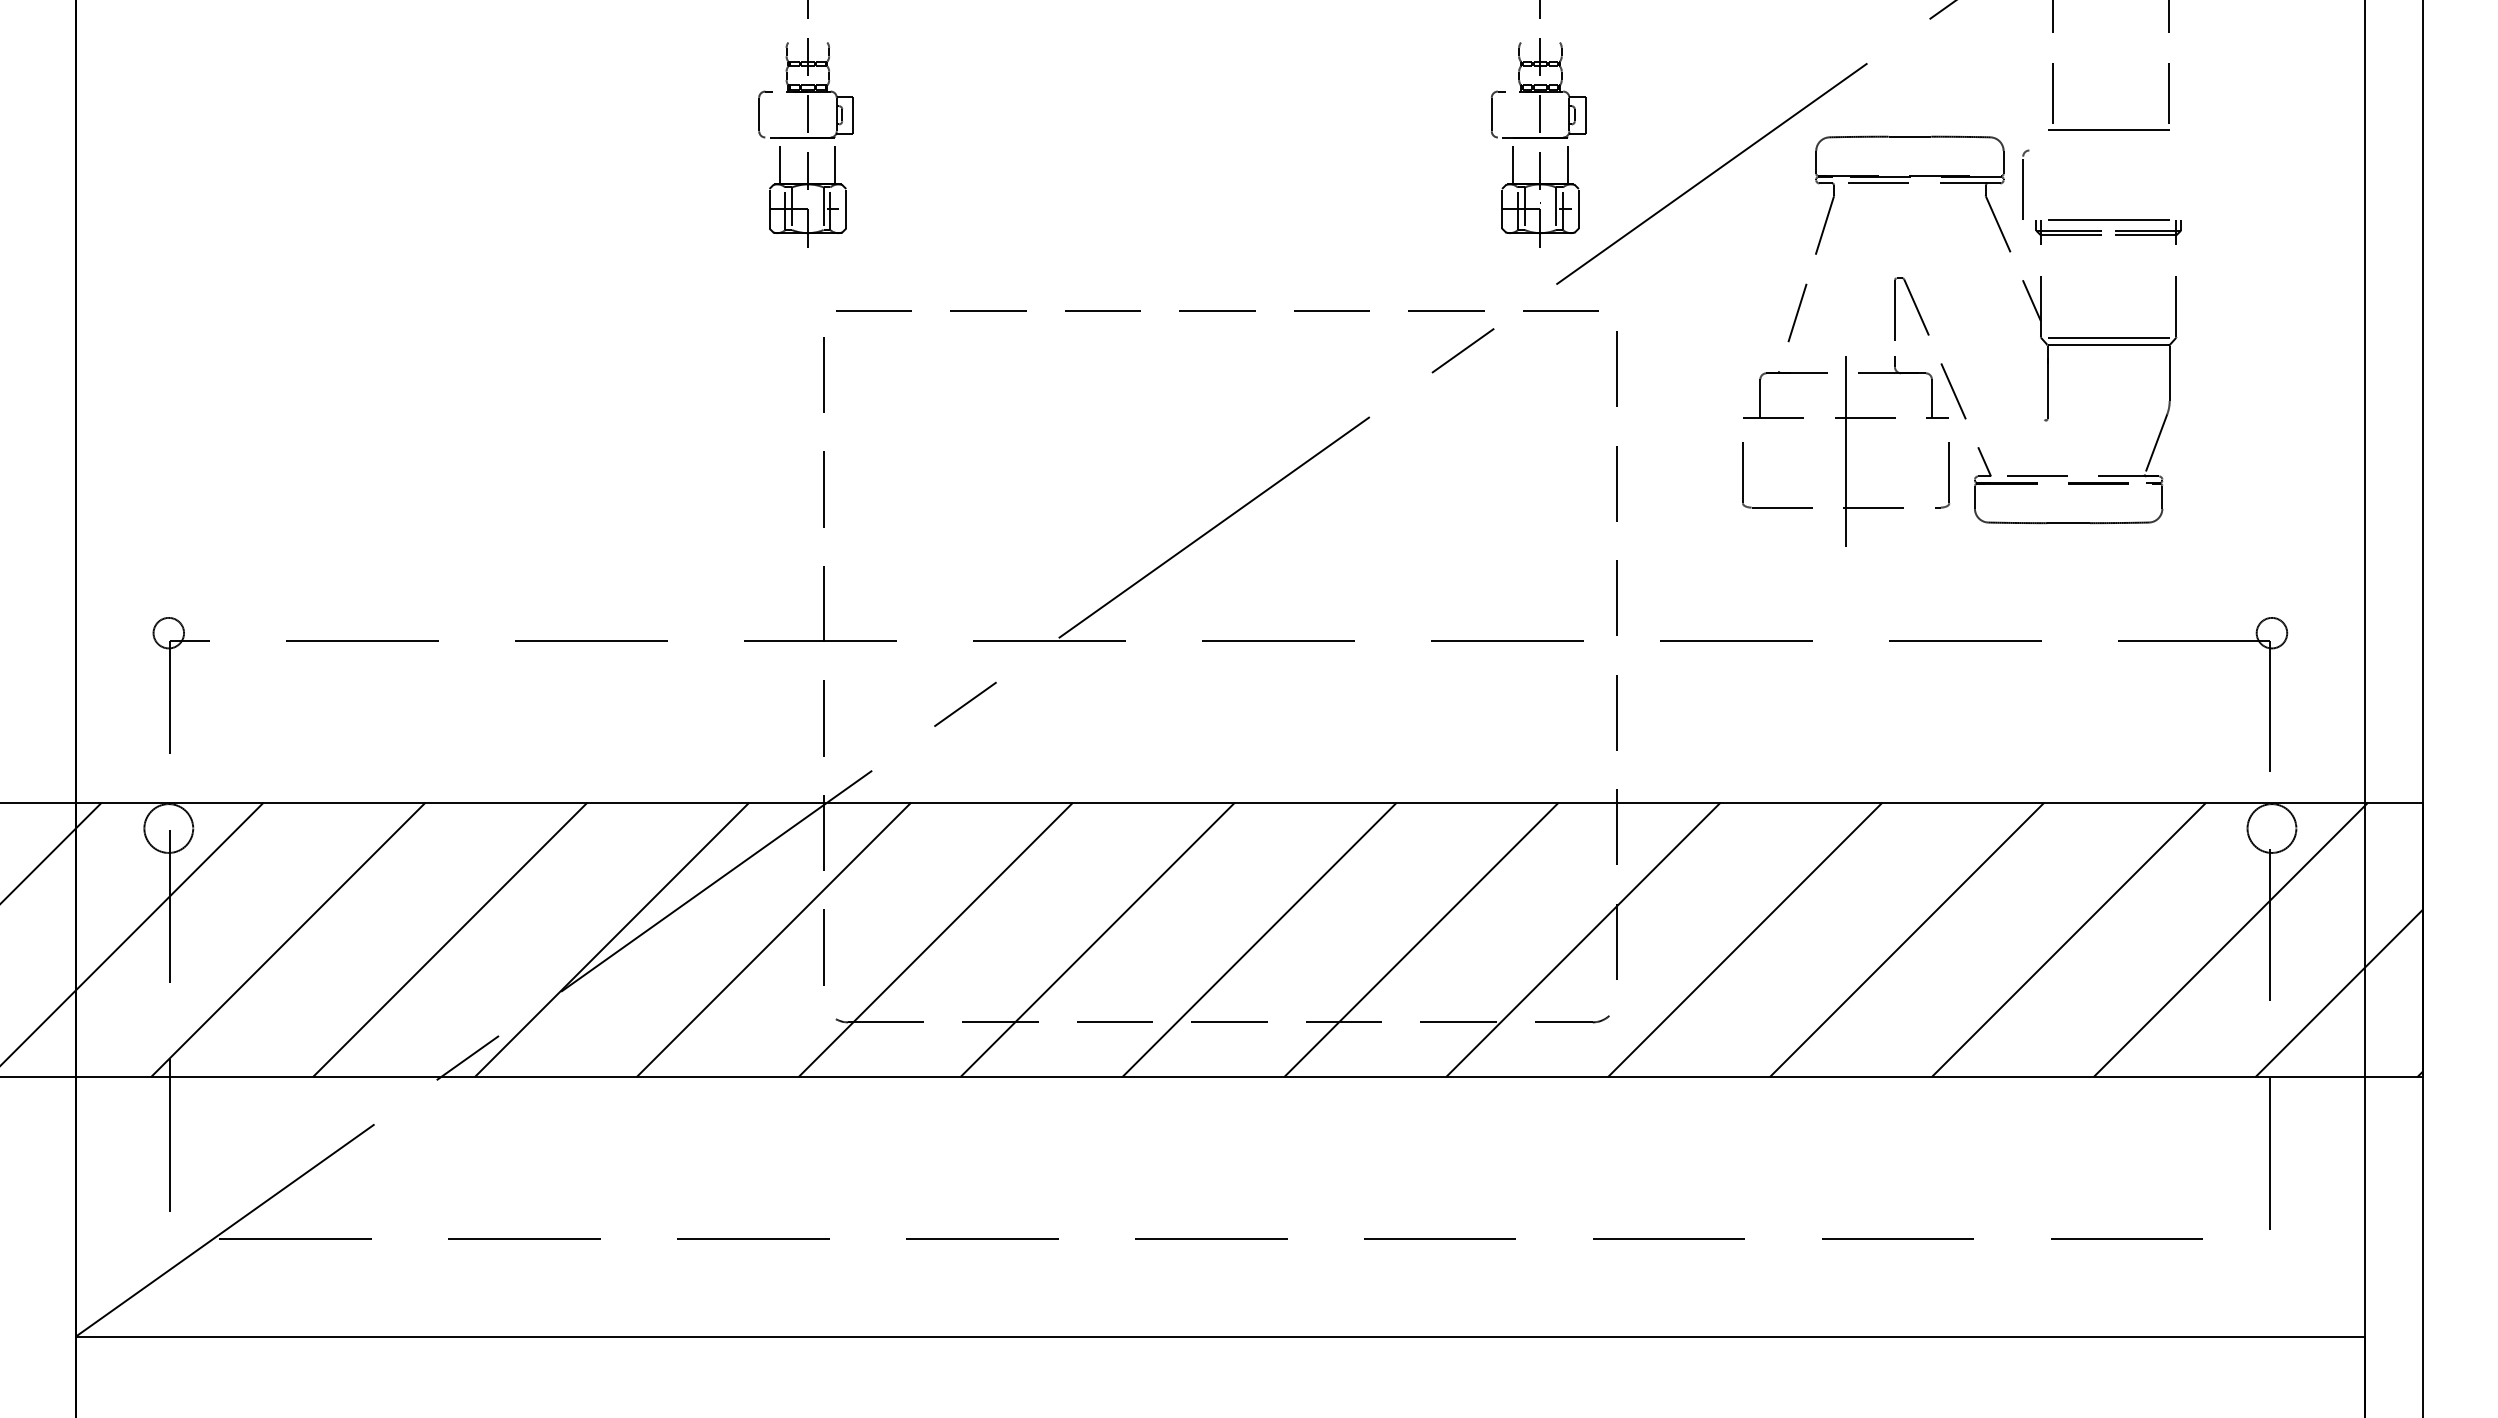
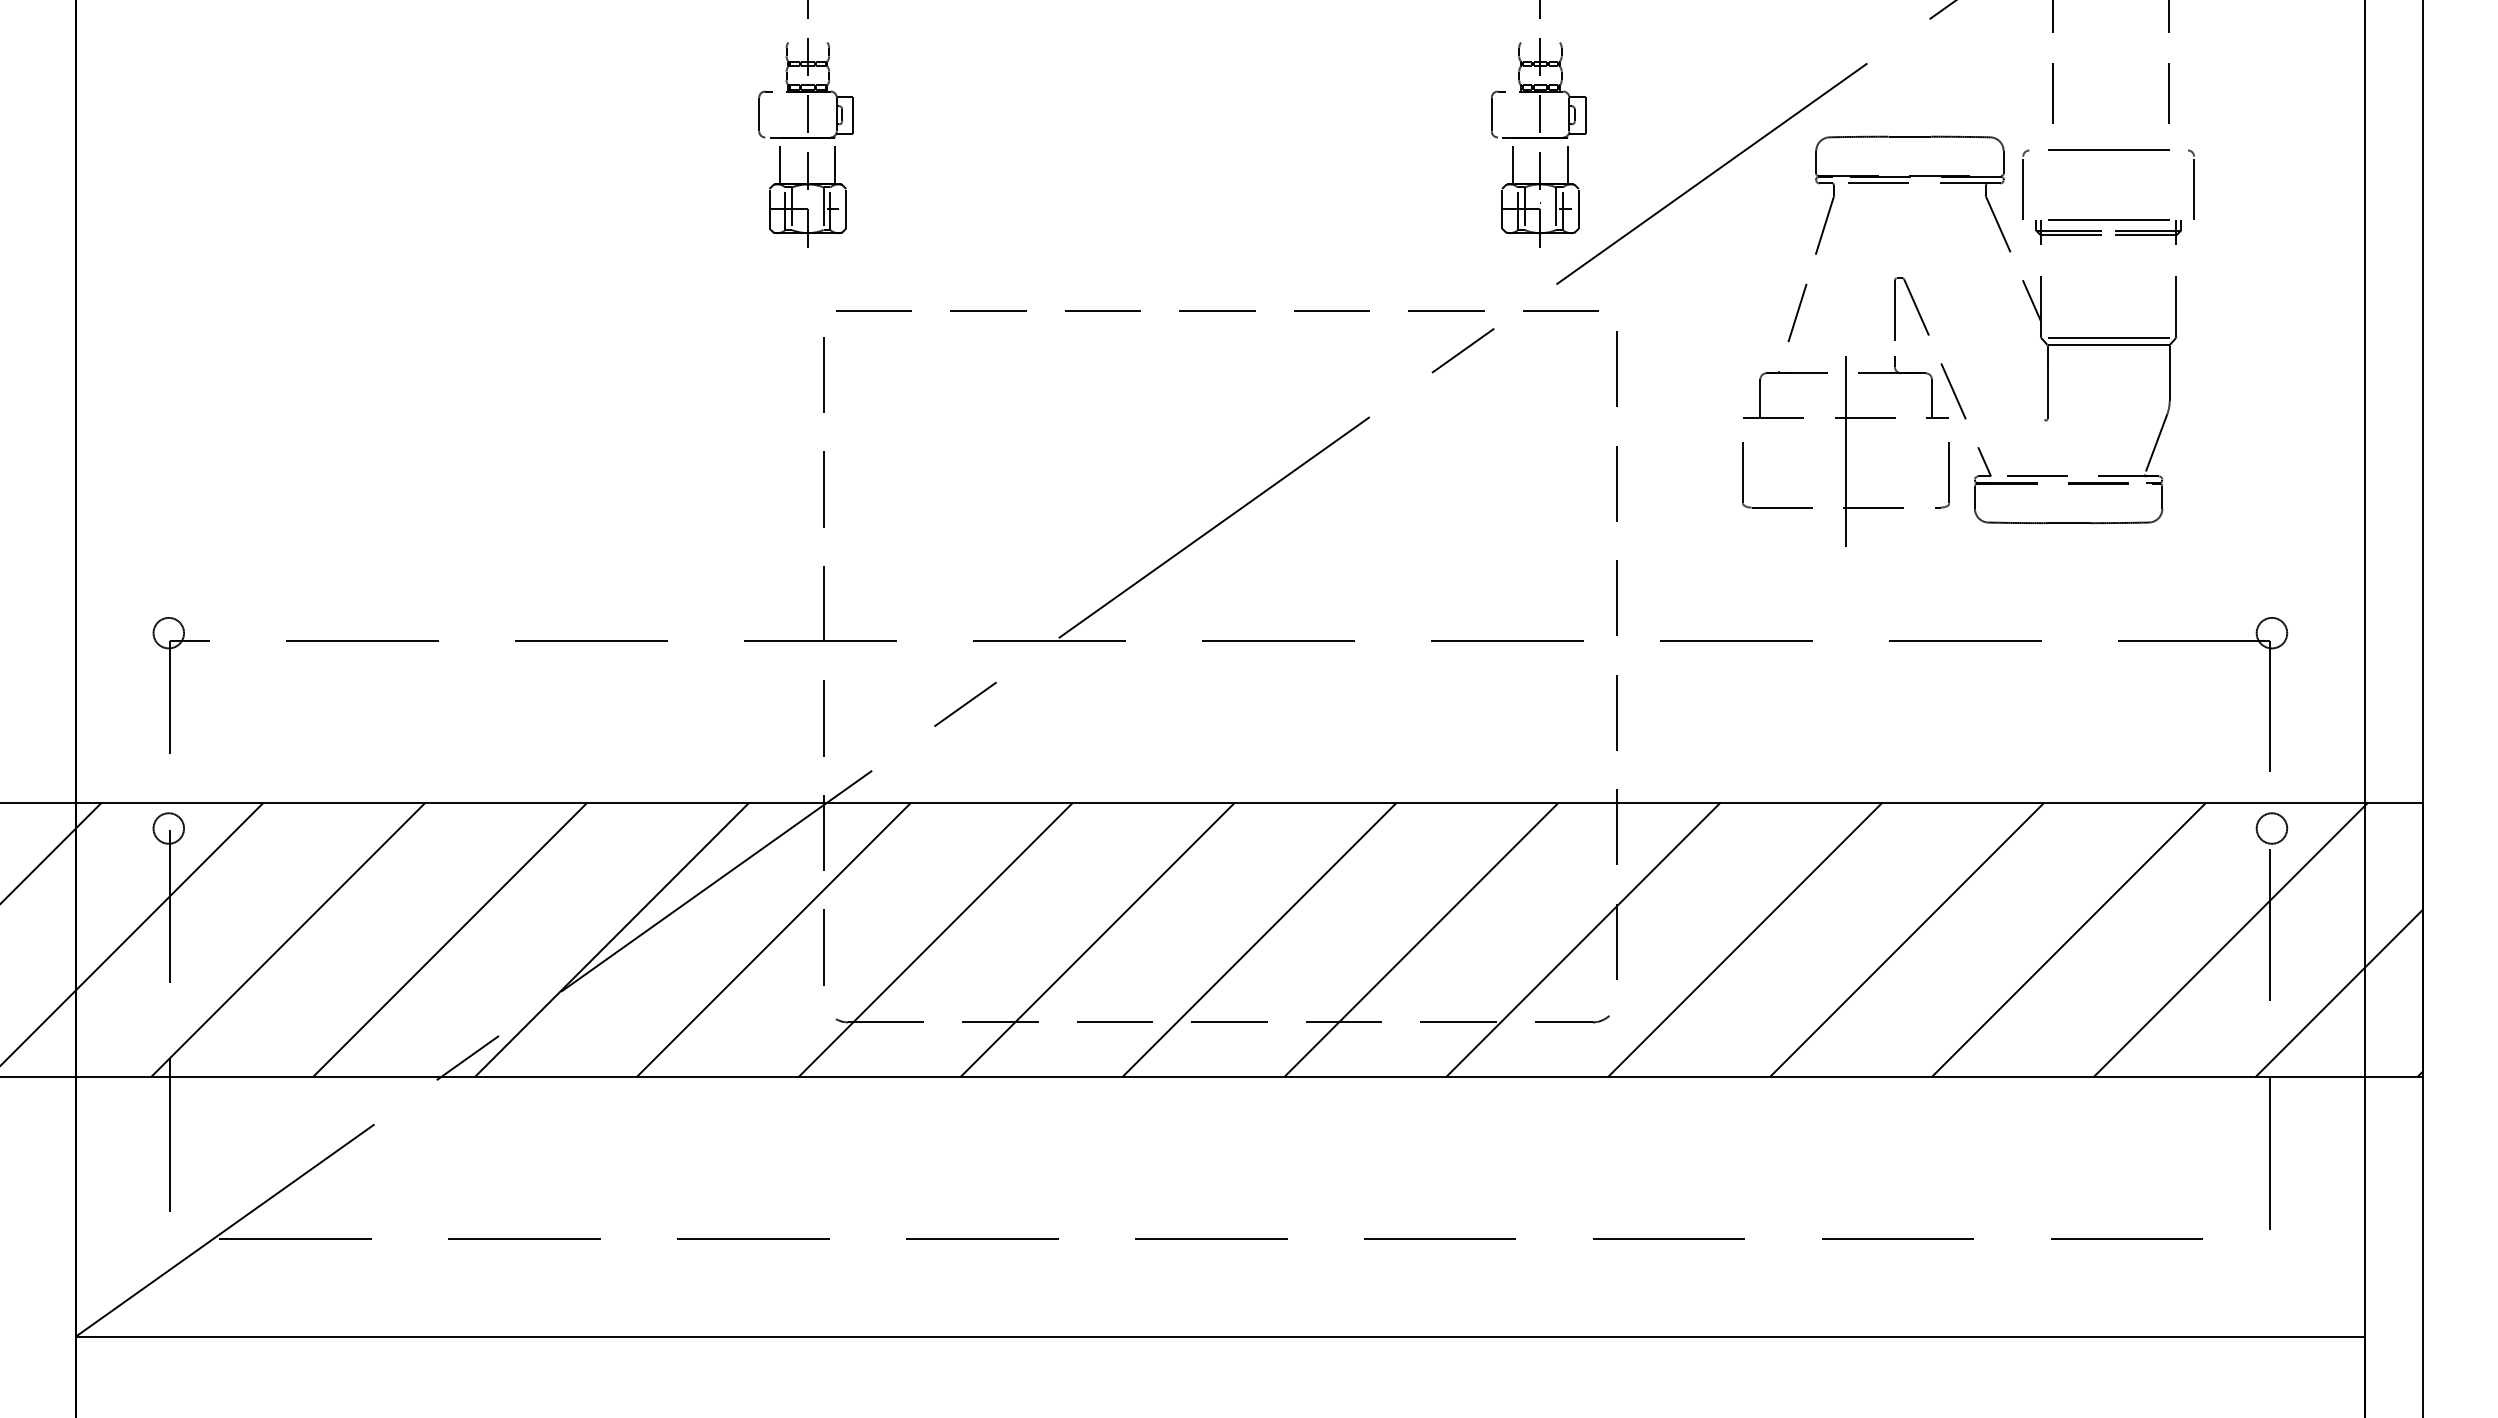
line at (2108, 129) position: (2108, 129) -> (2108, 149)
part at (2191, 184): none -> present
circle at (168, 828) diameter: 49 px -> 31 px
circle at (2271, 828) diameter: 49 px -> 31 px
